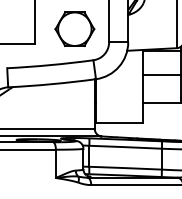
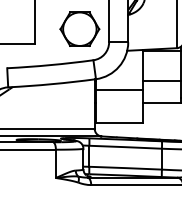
part at (74, 28) position: (74, 28) -> (79, 28)
line at (160, 75) position: (160, 75) -> (160, 81)
line at (119, 89): none -> present
